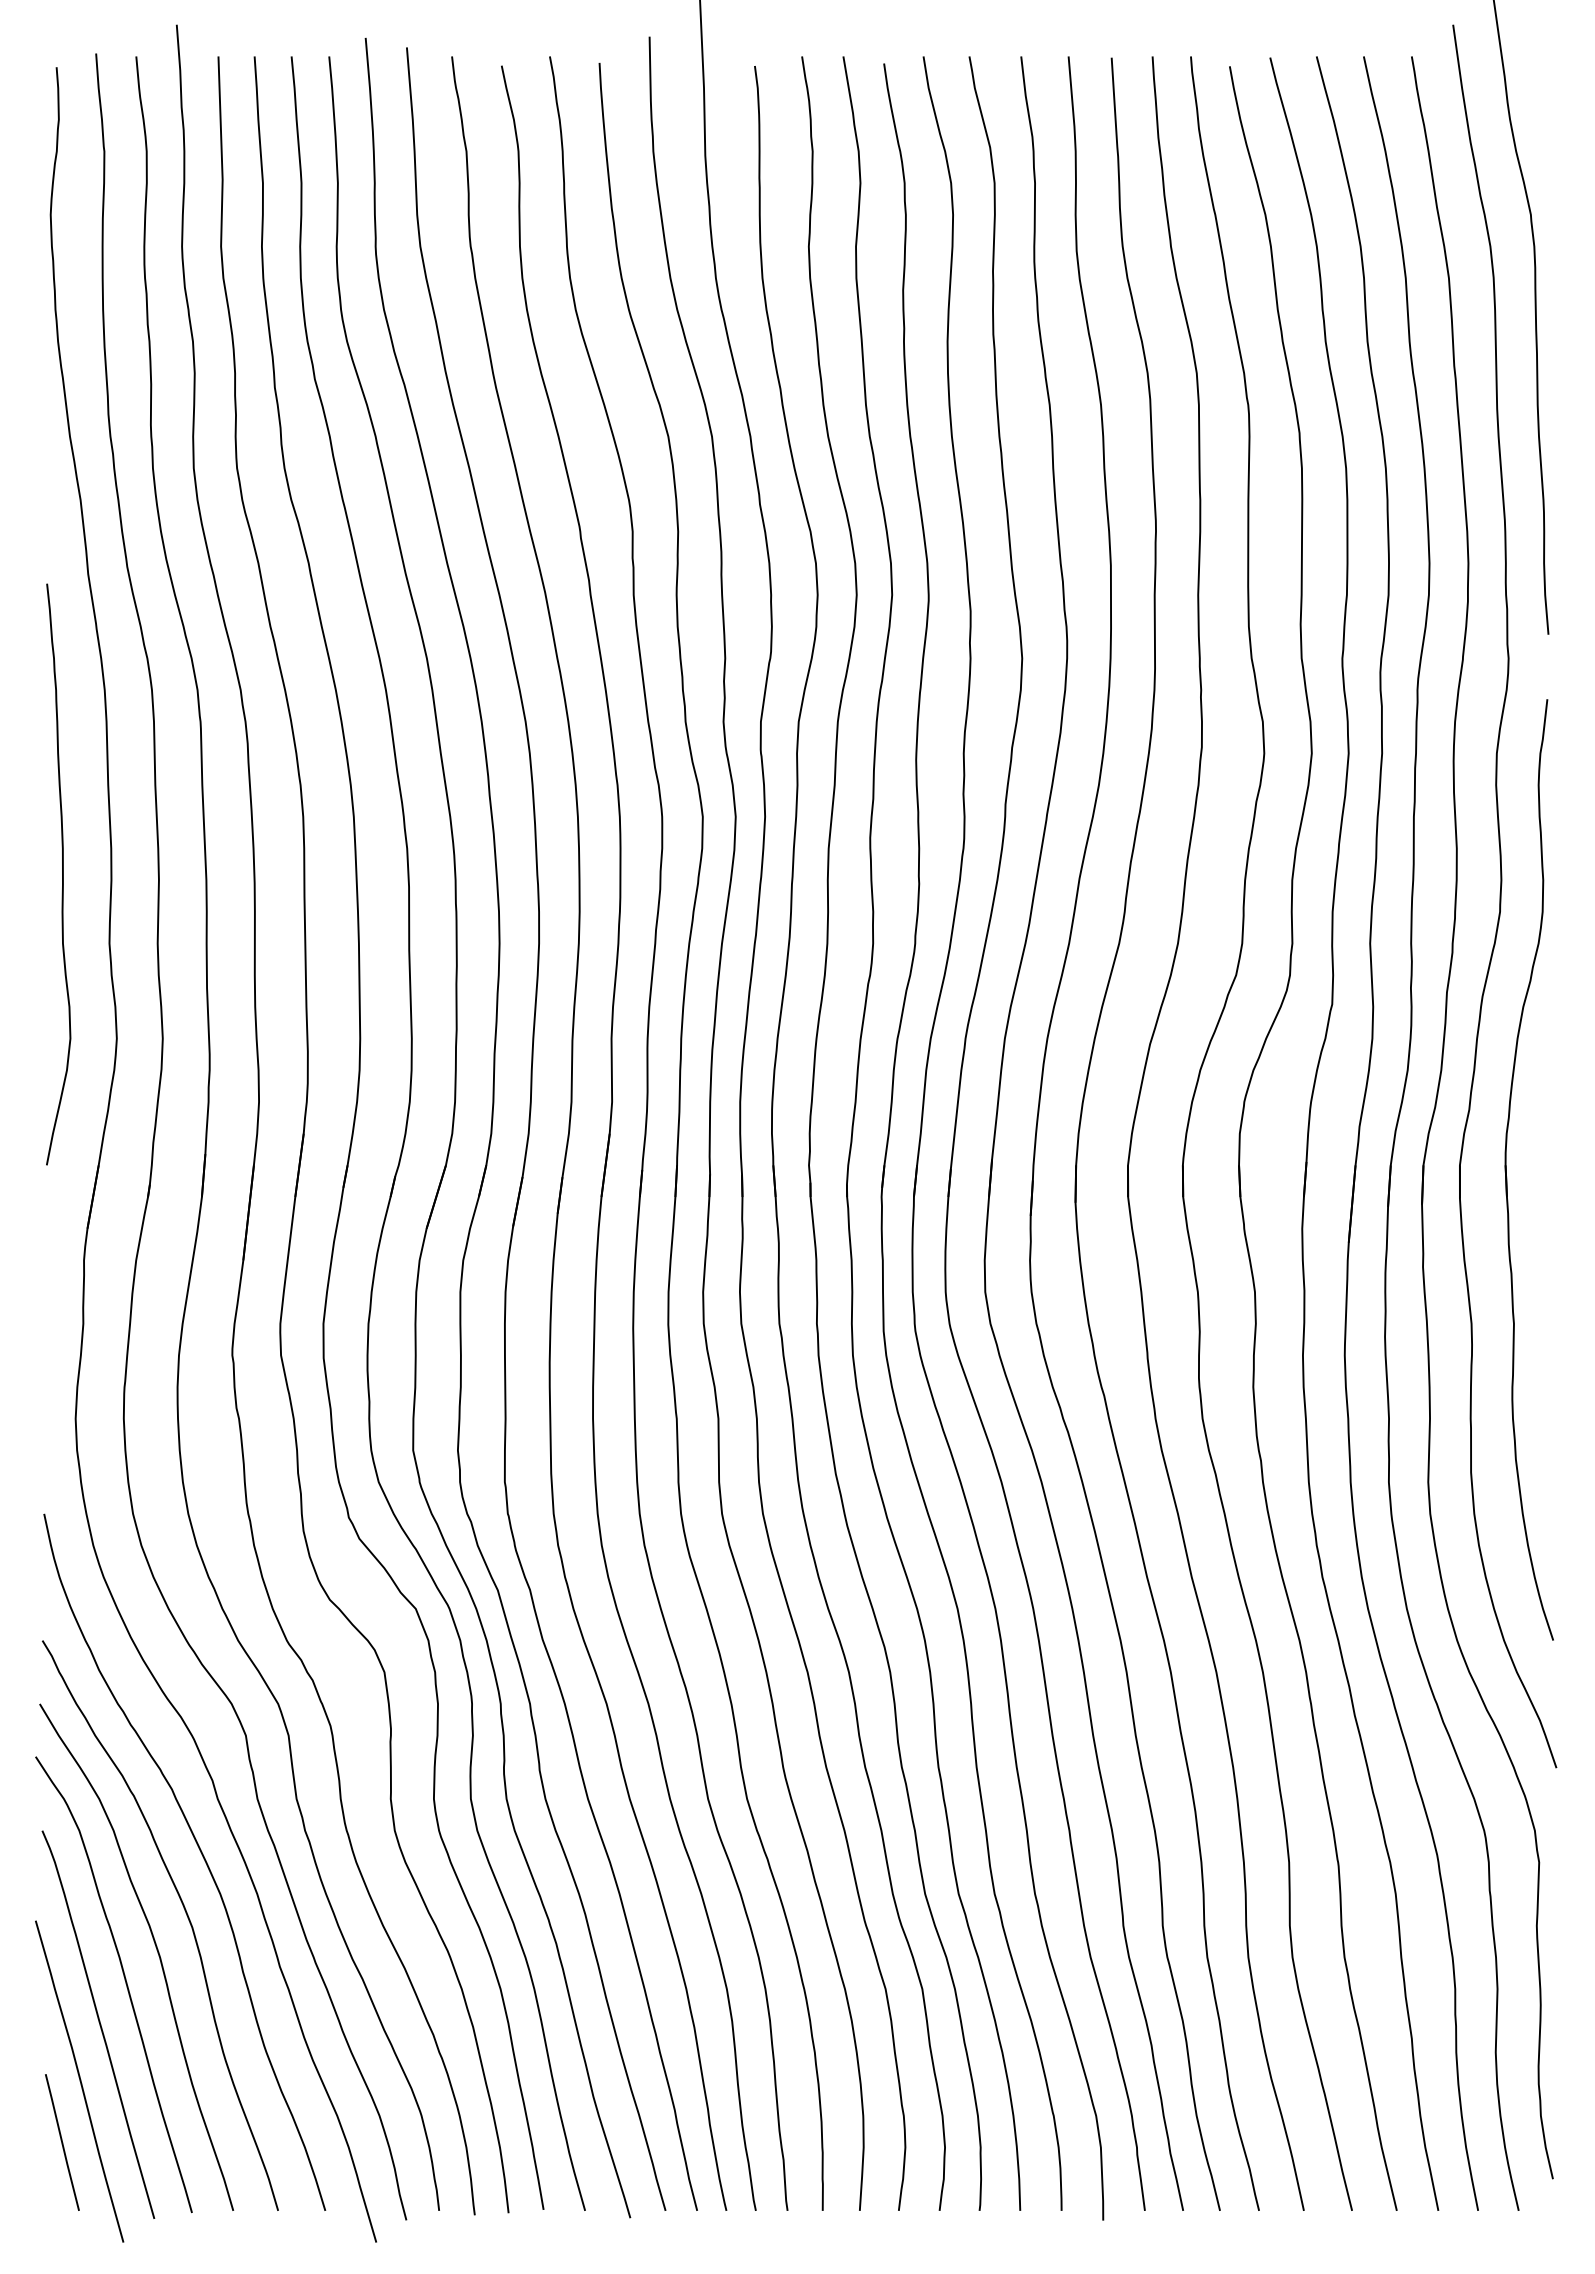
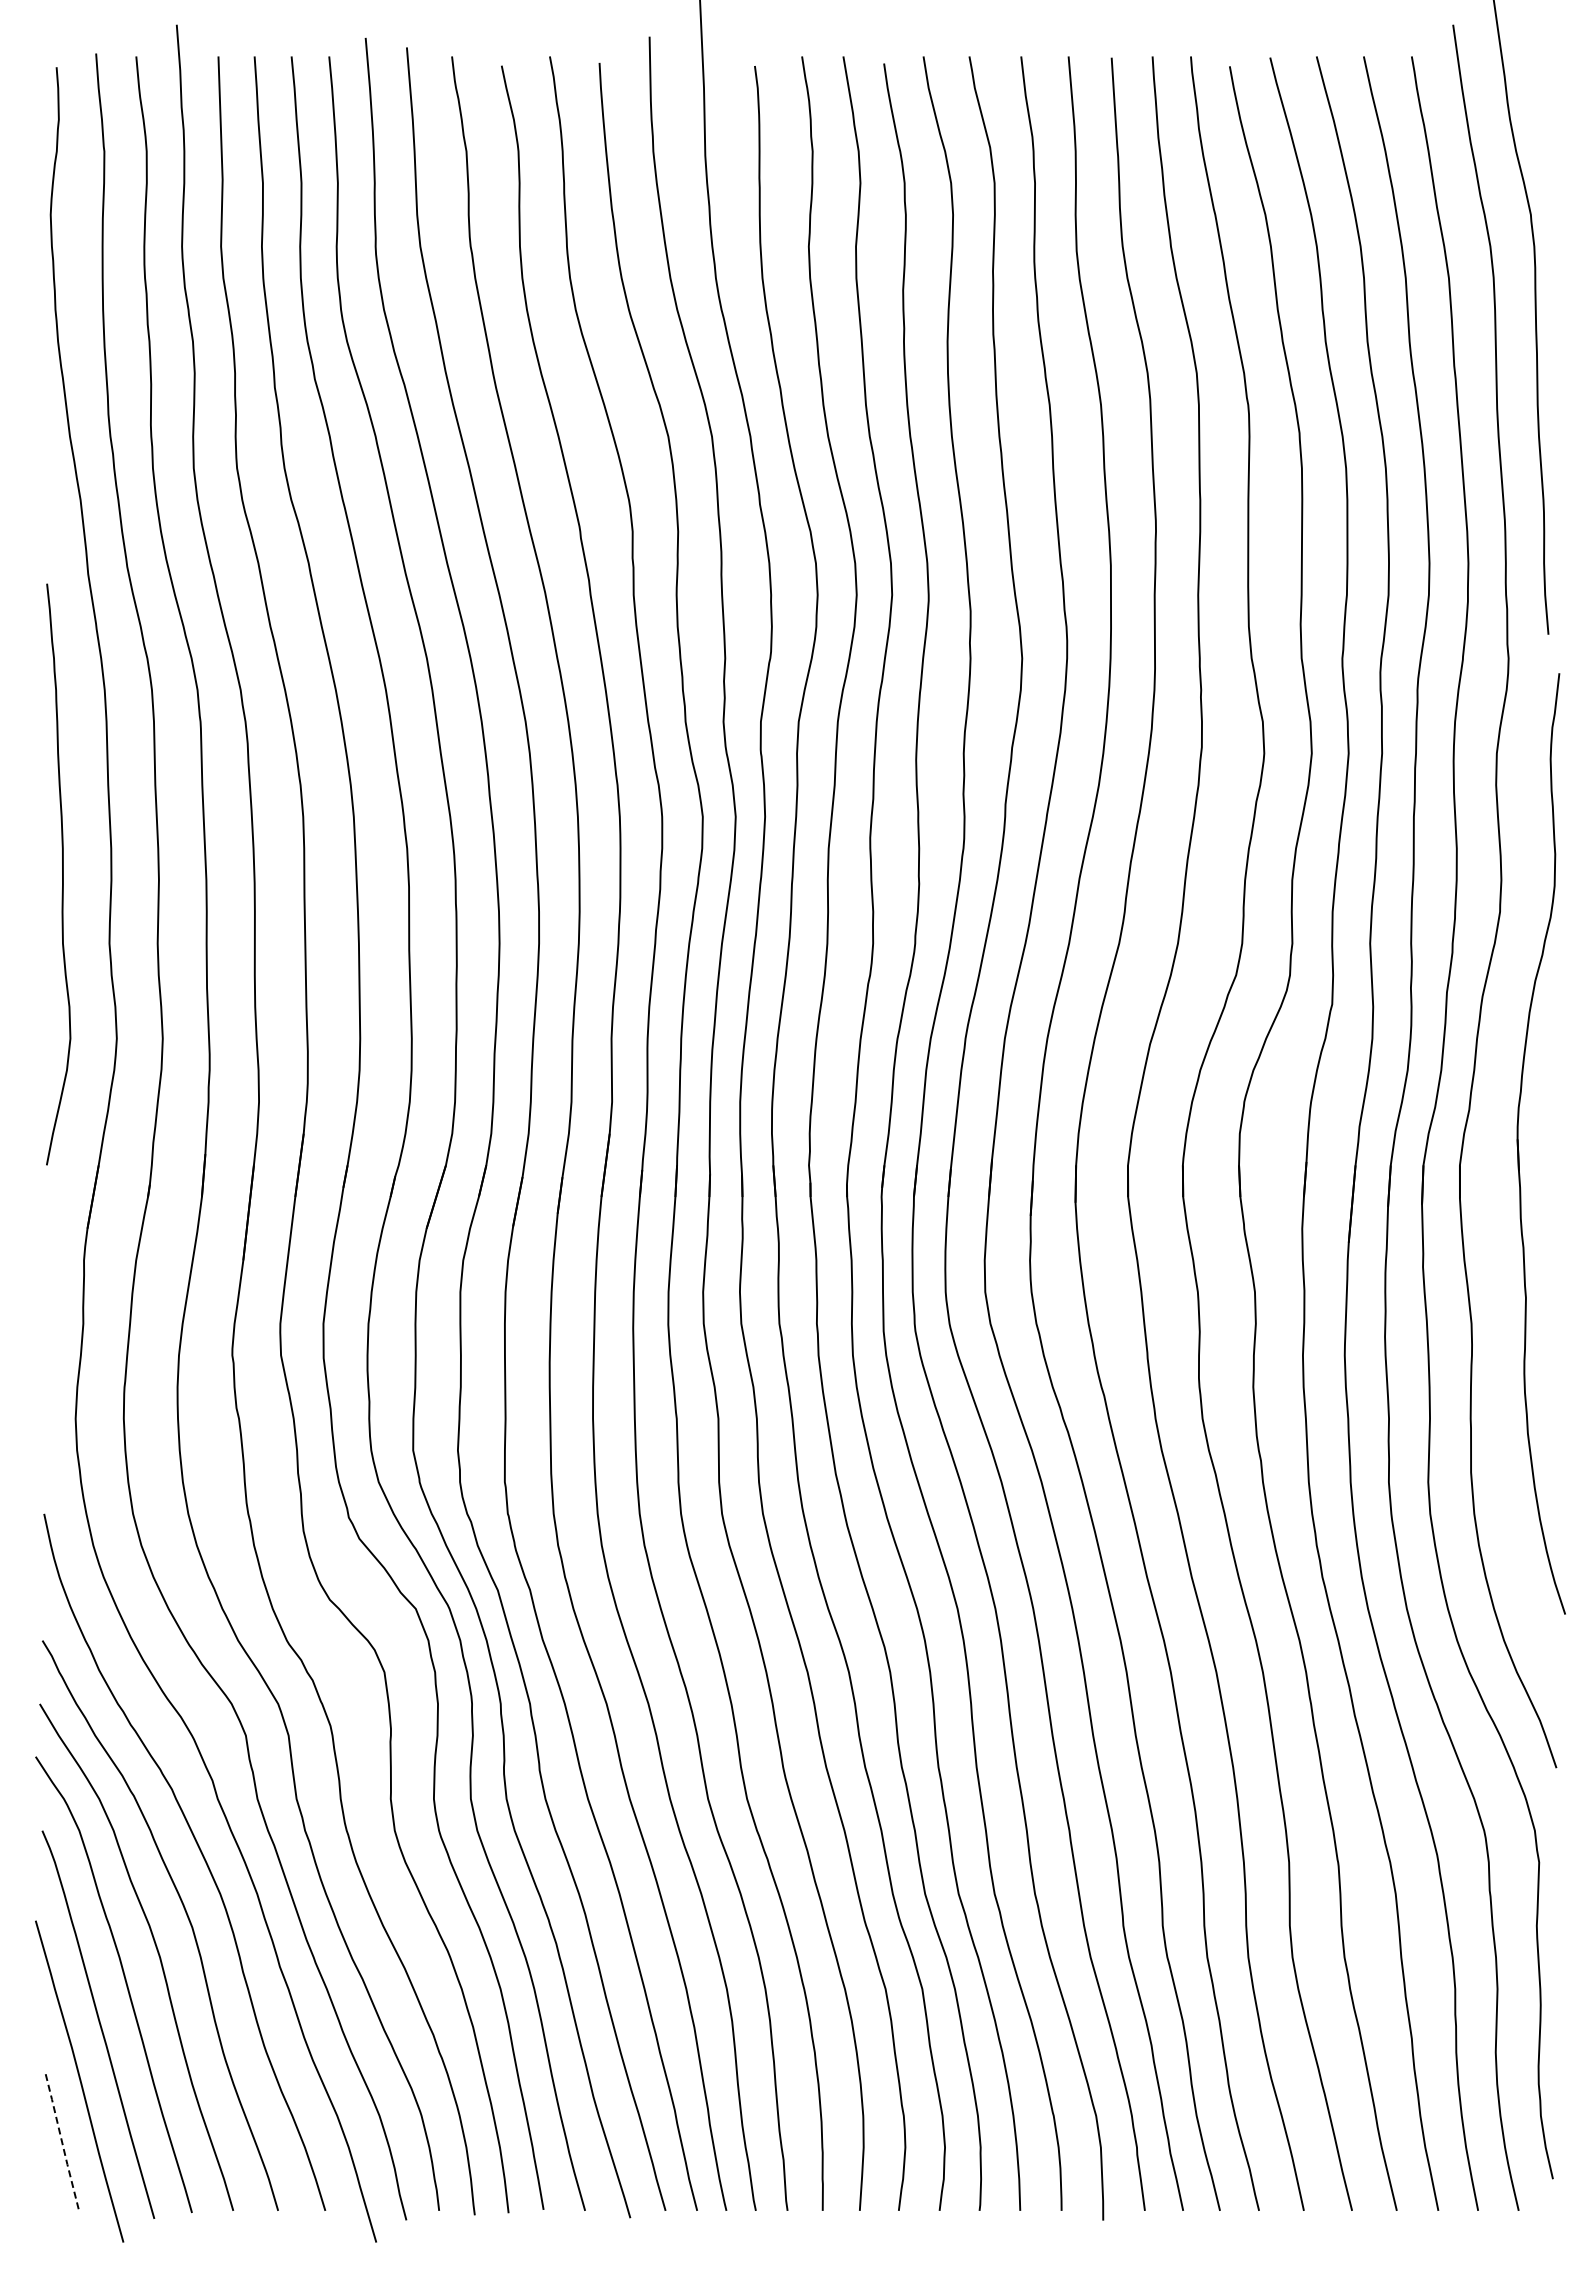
part at (1506, 1169) position: (1506, 1169) -> (1518, 1143)
line at (62, 2142): solid -> dashed
